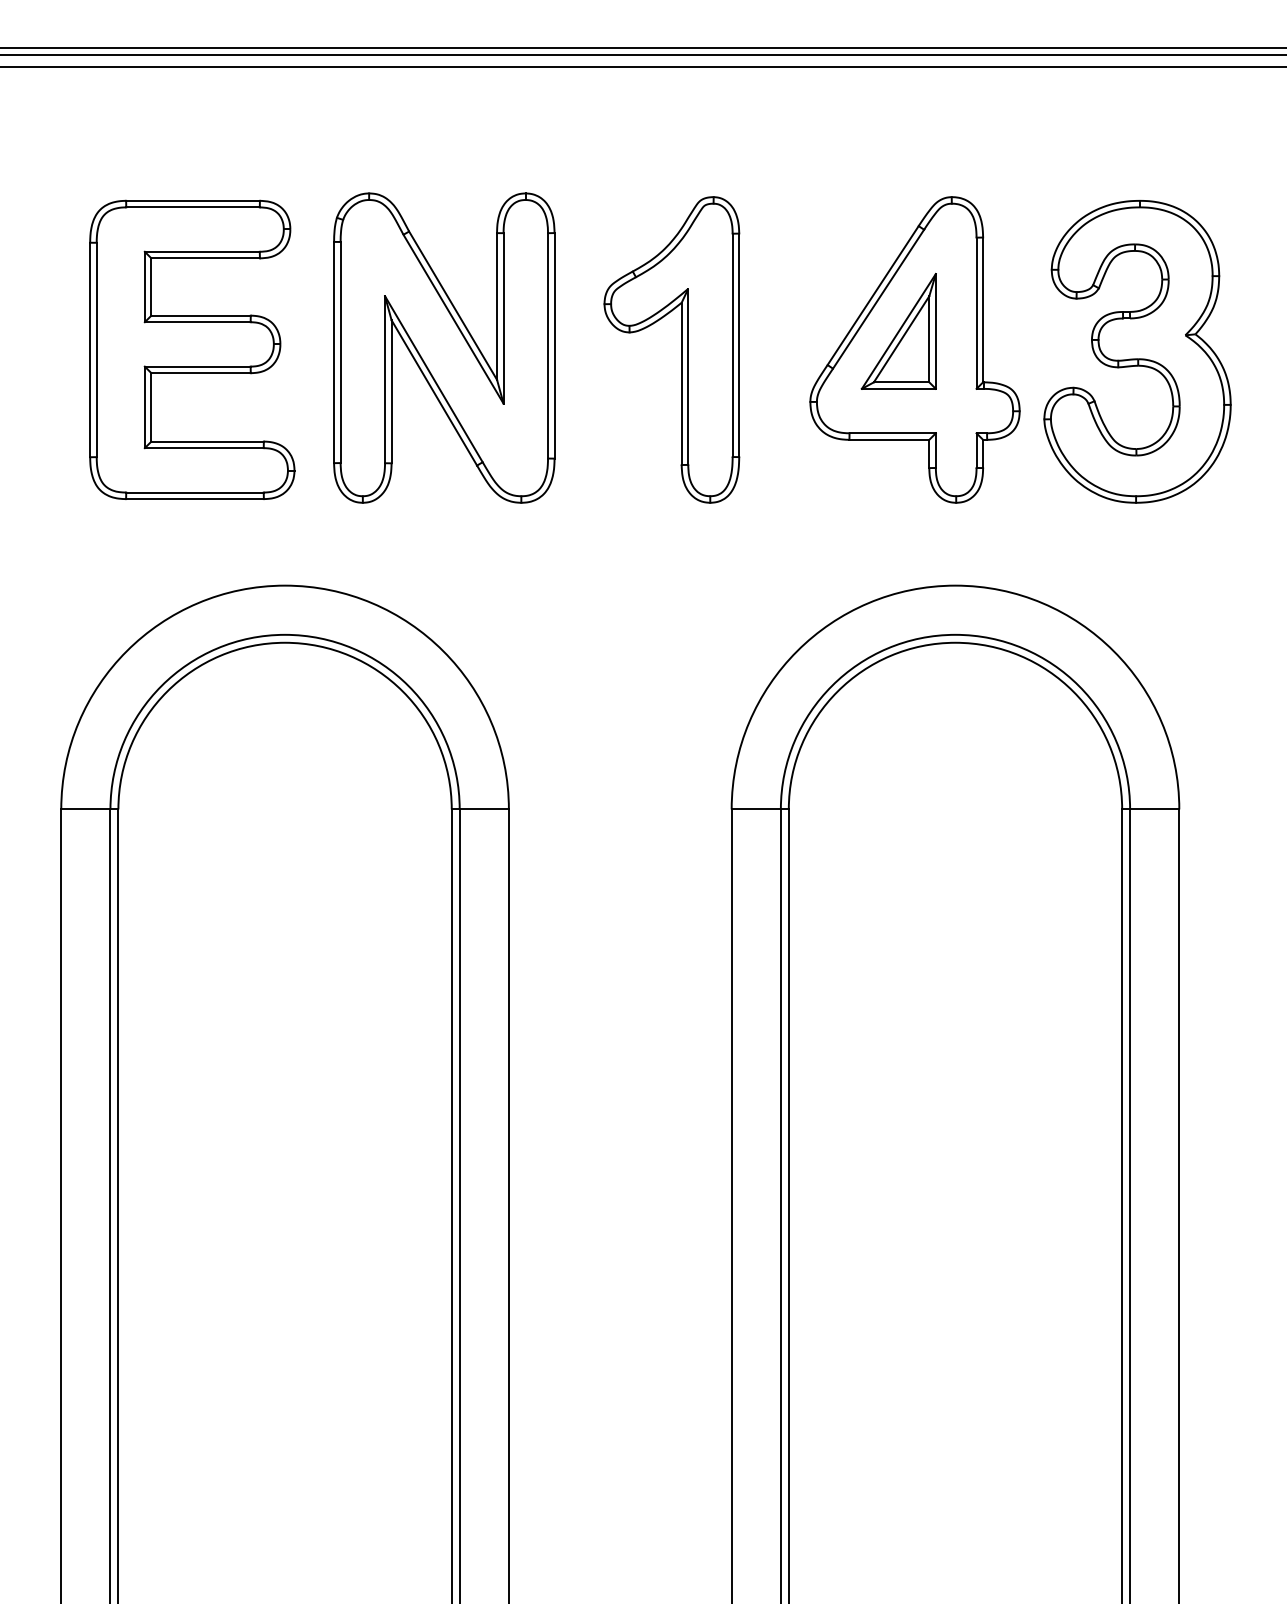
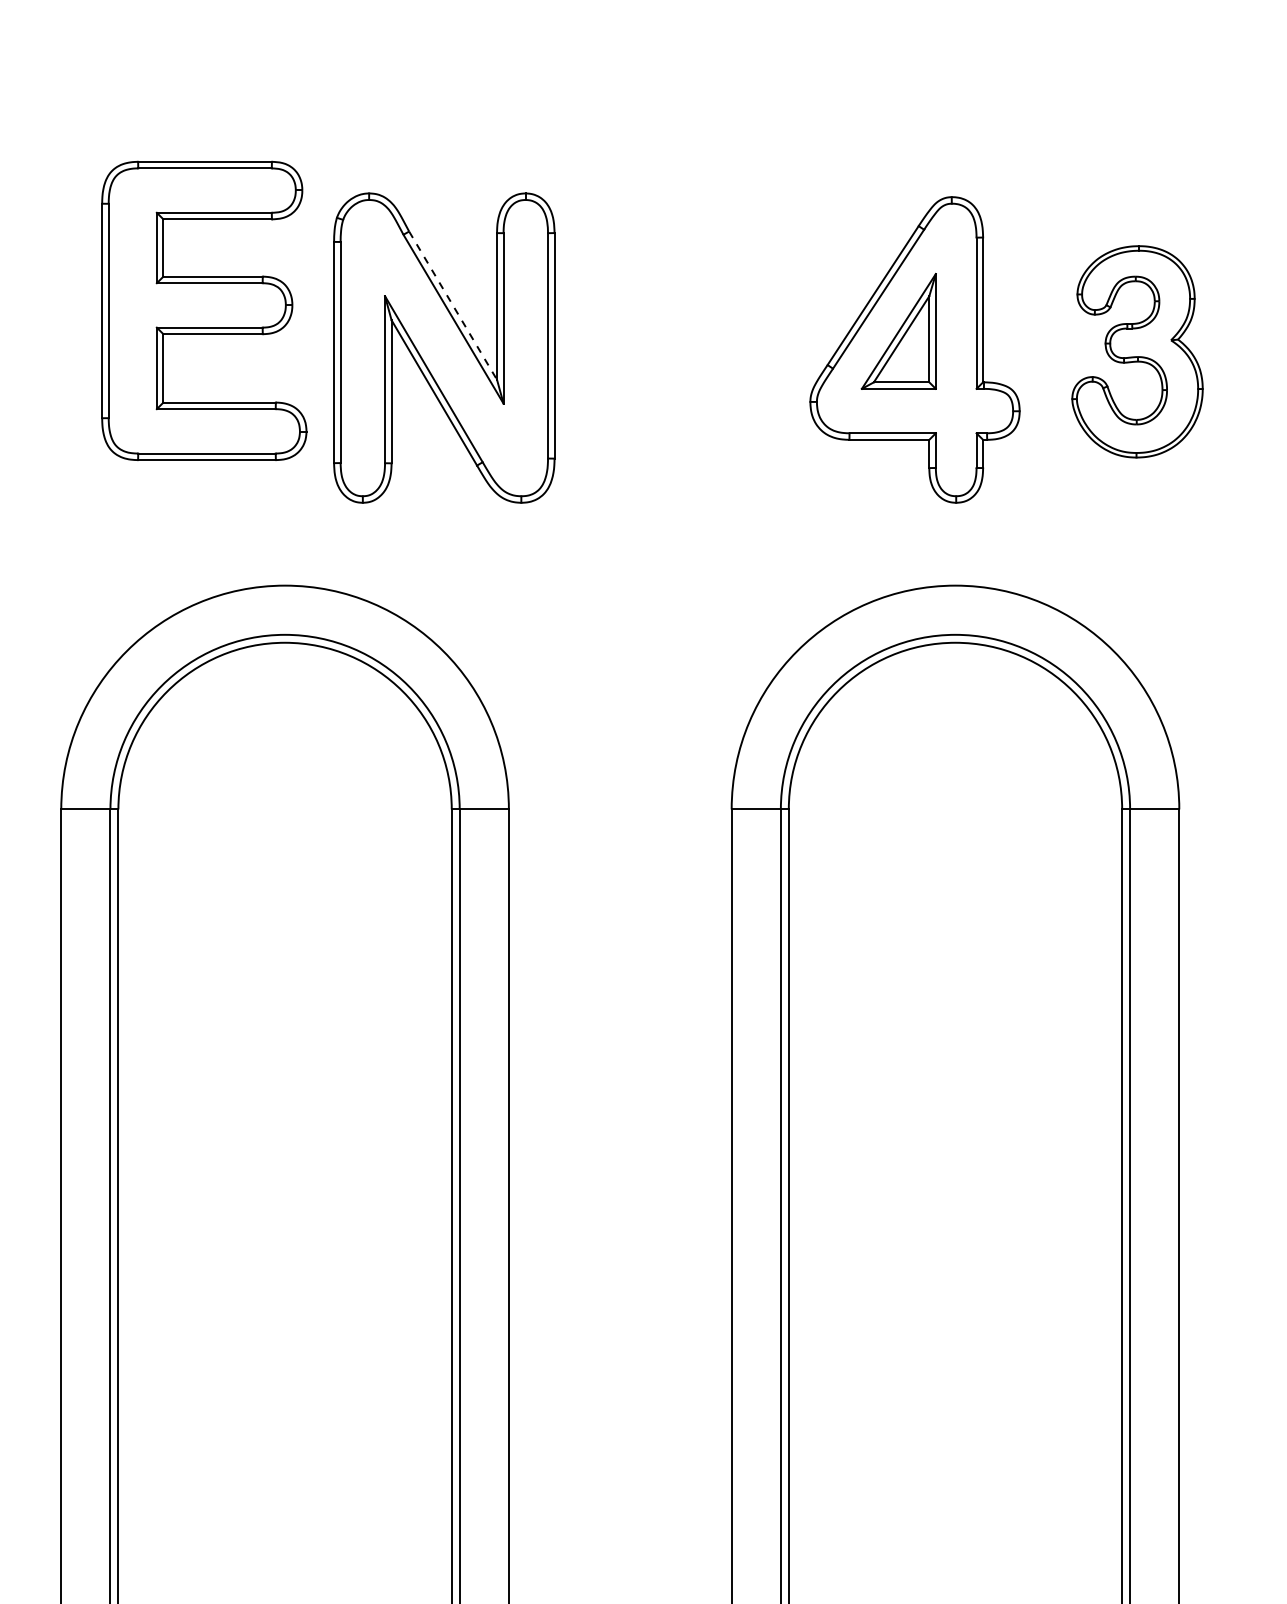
line at (642, 48): present -> none
line at (642, 54): present -> none
line at (642, 66): present -> none
line at (453, 306): solid -> dashed
part at (192, 349) position: (192, 349) -> (204, 310)
part at (681, 349): present -> none
part at (1137, 351) size: 189x304 px -> 133x214 px
